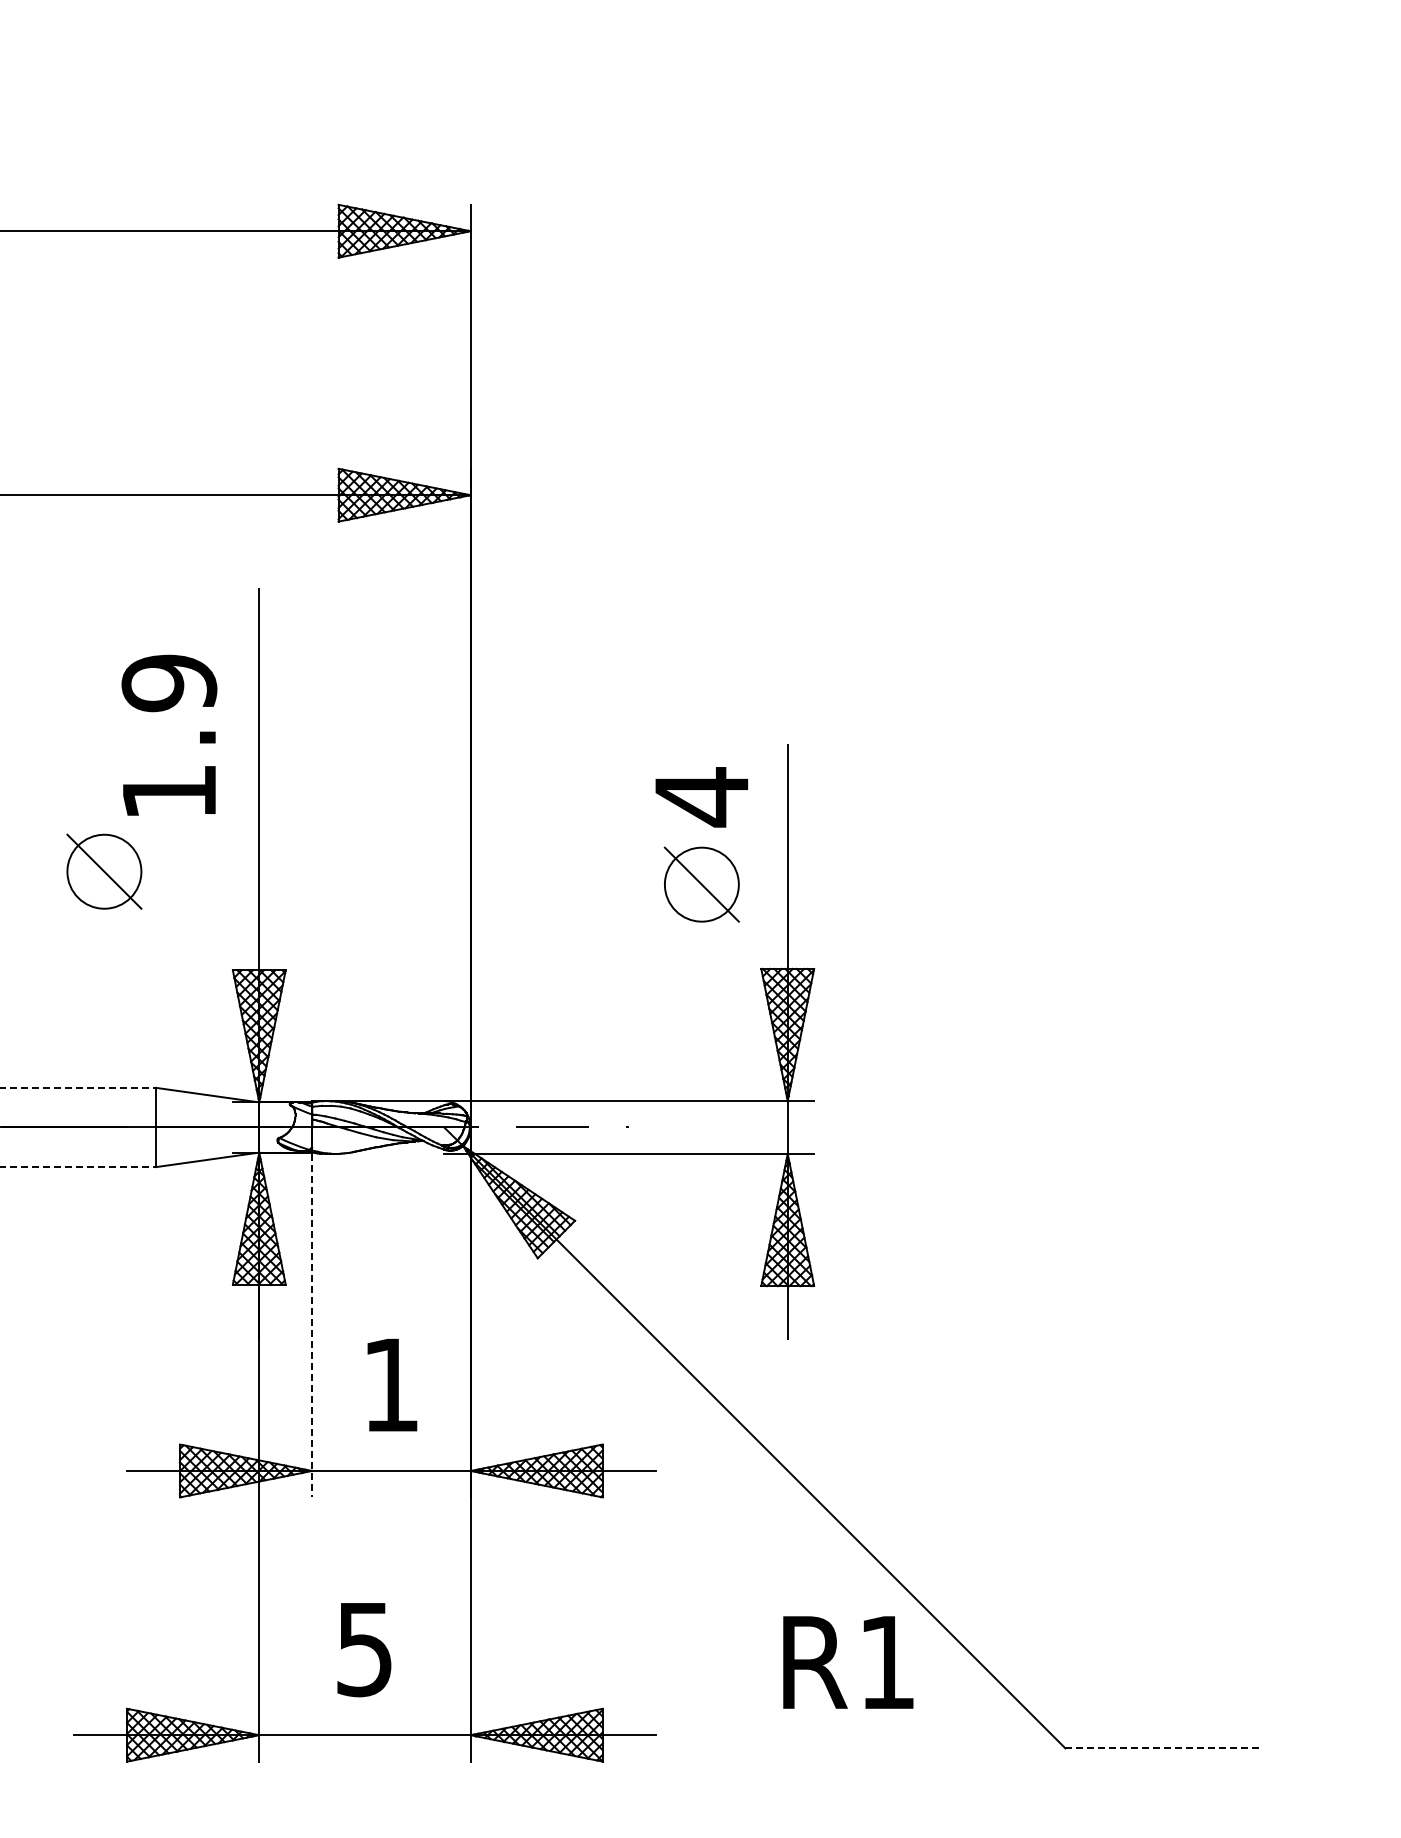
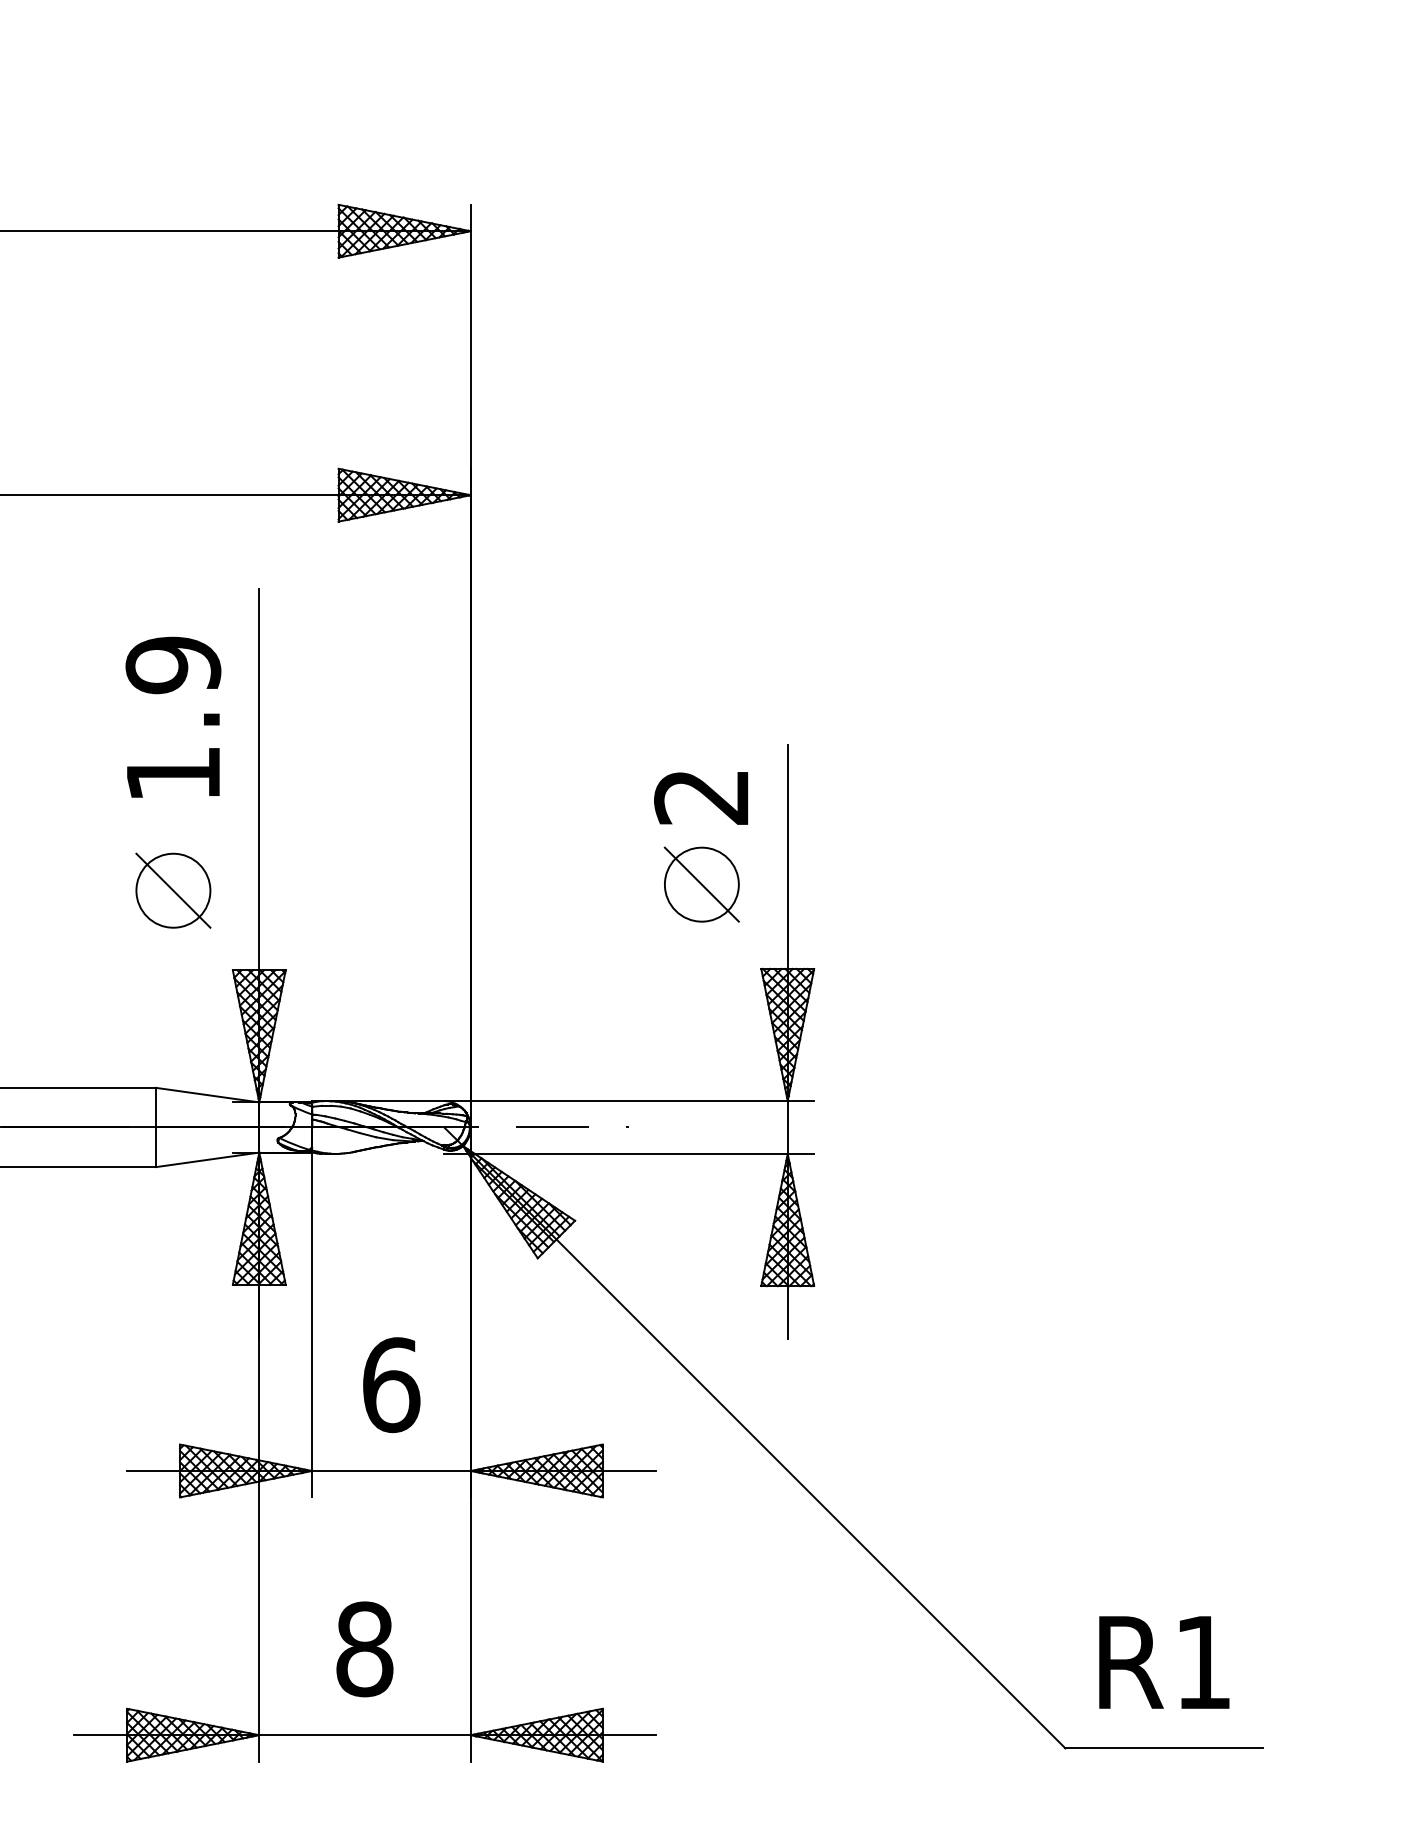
text at (169, 734) position: (169, 734) -> (173, 716)
text at (701, 797): 4 -> 2
part at (104, 871) position: (104, 871) -> (173, 890)
line at (78, 1087): dashed -> solid
line at (78, 1167): dashed -> solid
line at (312, 1325): dashed -> solid
text at (391, 1385): 1 -> 6
text at (364, 1649): 5 -> 8
text at (848, 1662) position: (848, 1662) -> (1164, 1662)
line at (1164, 1748): dashed -> solid
